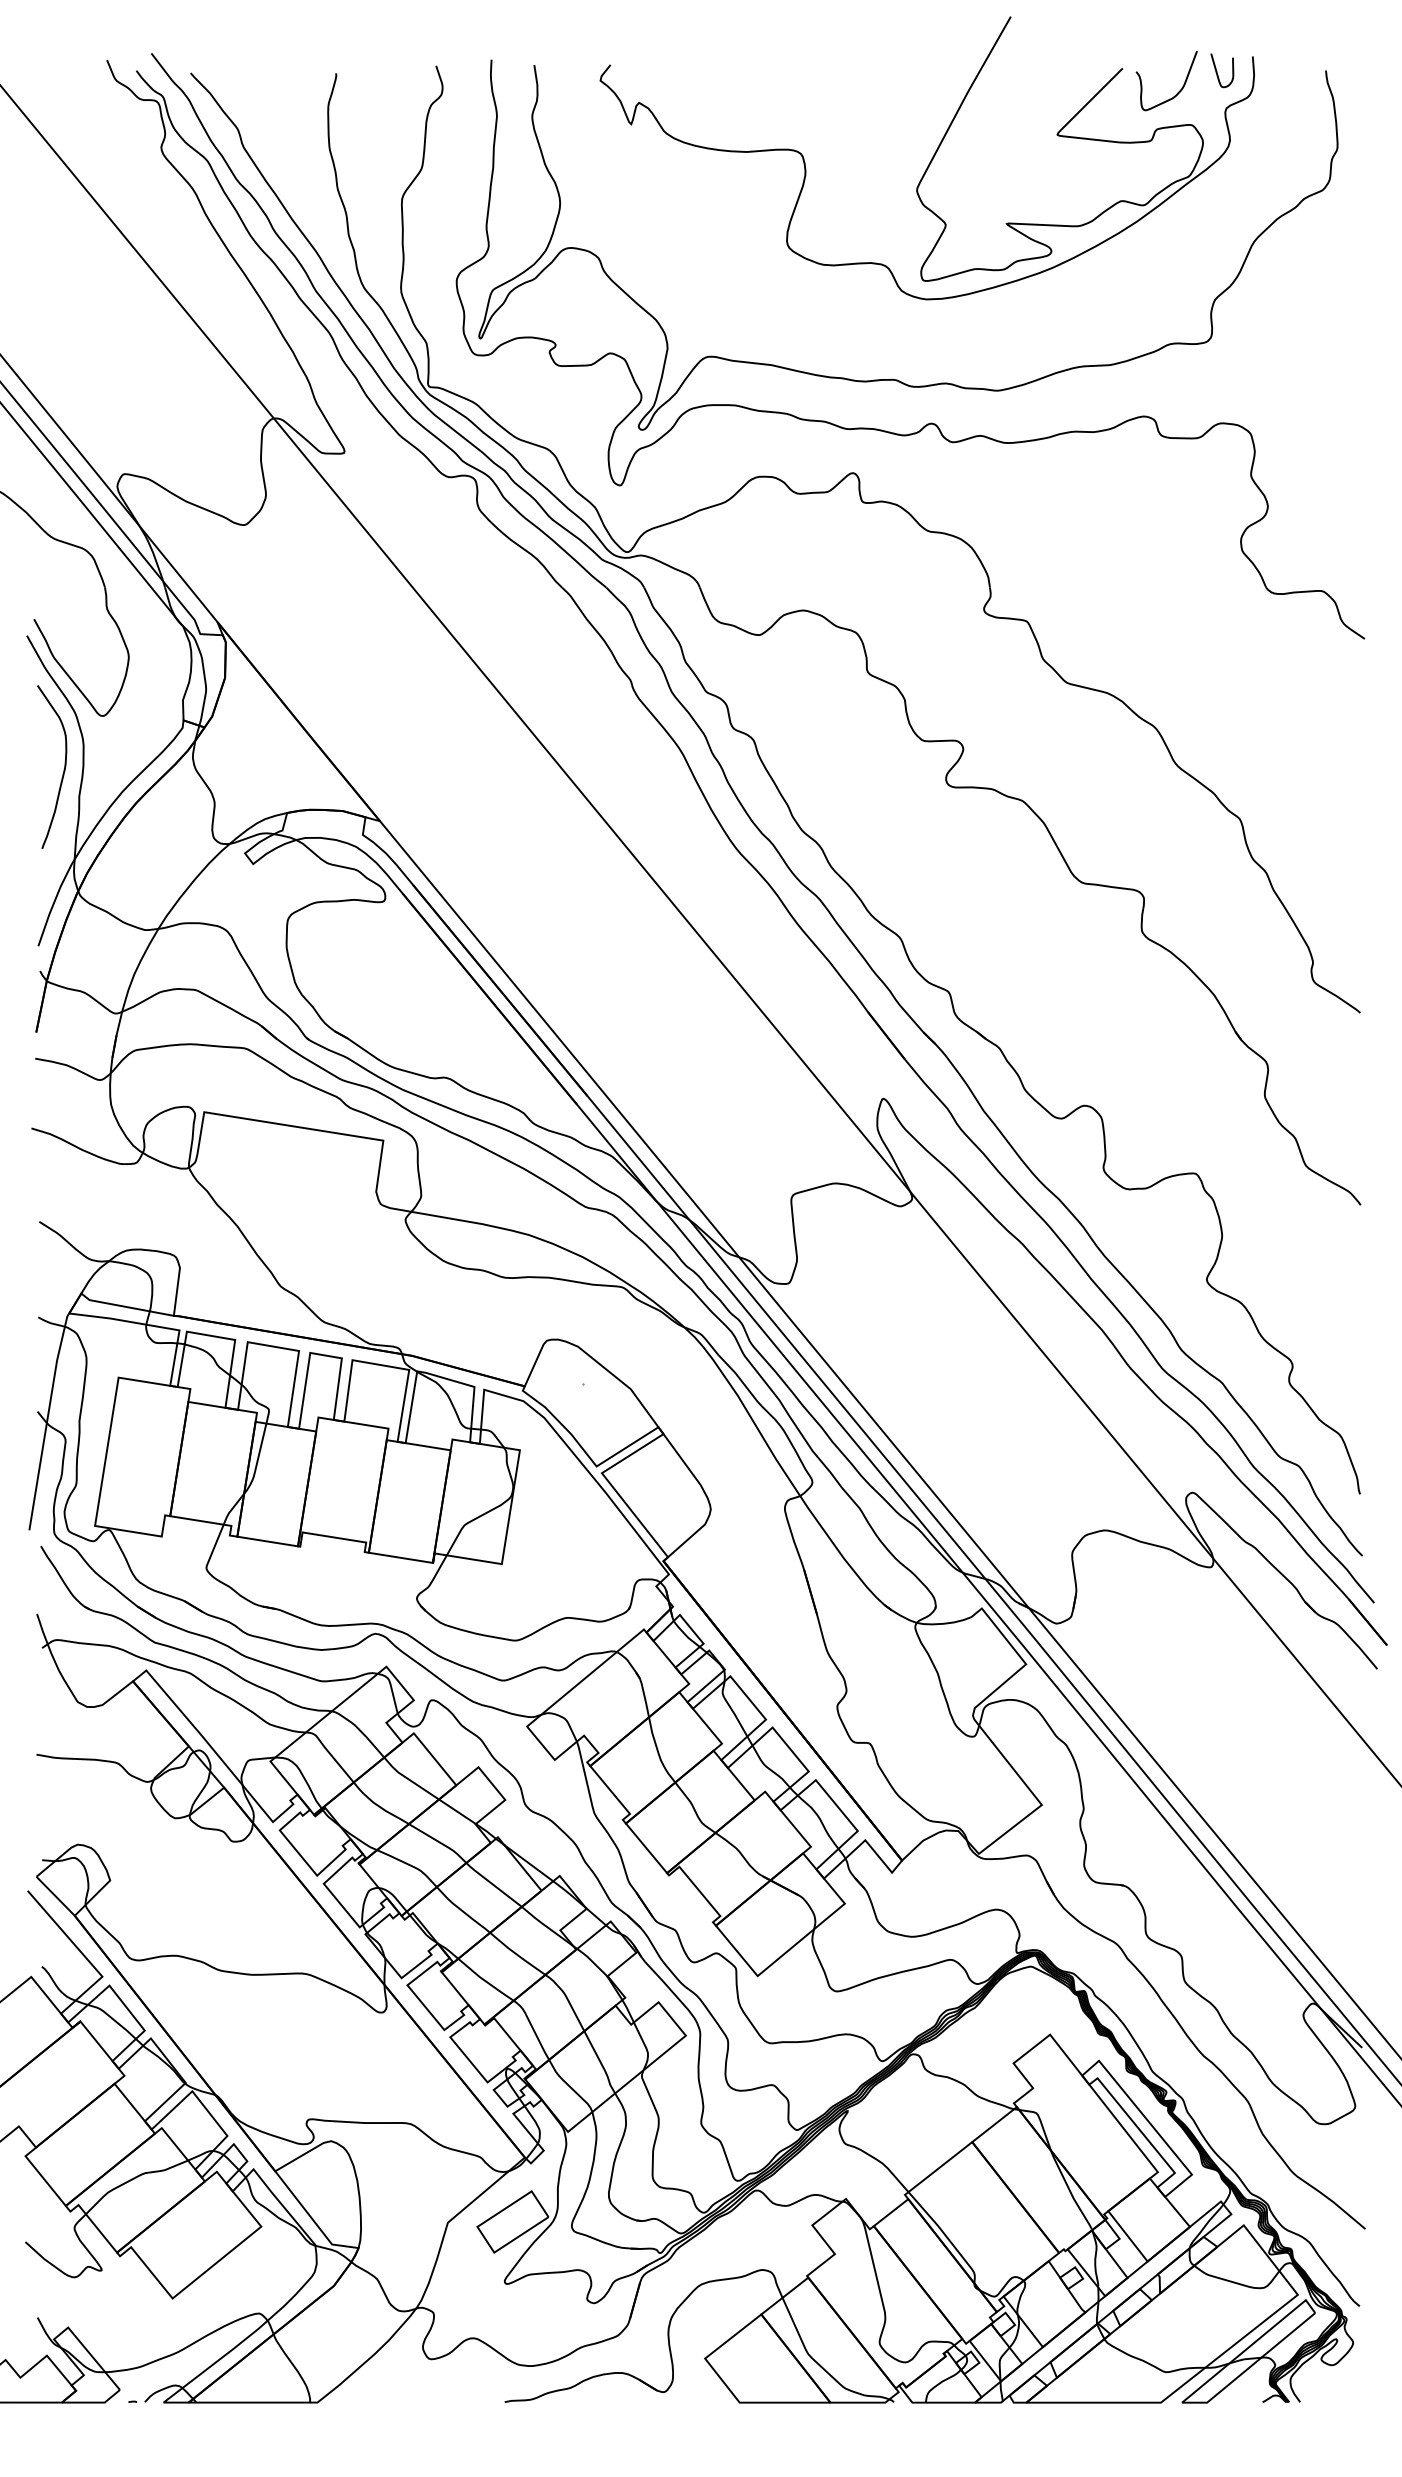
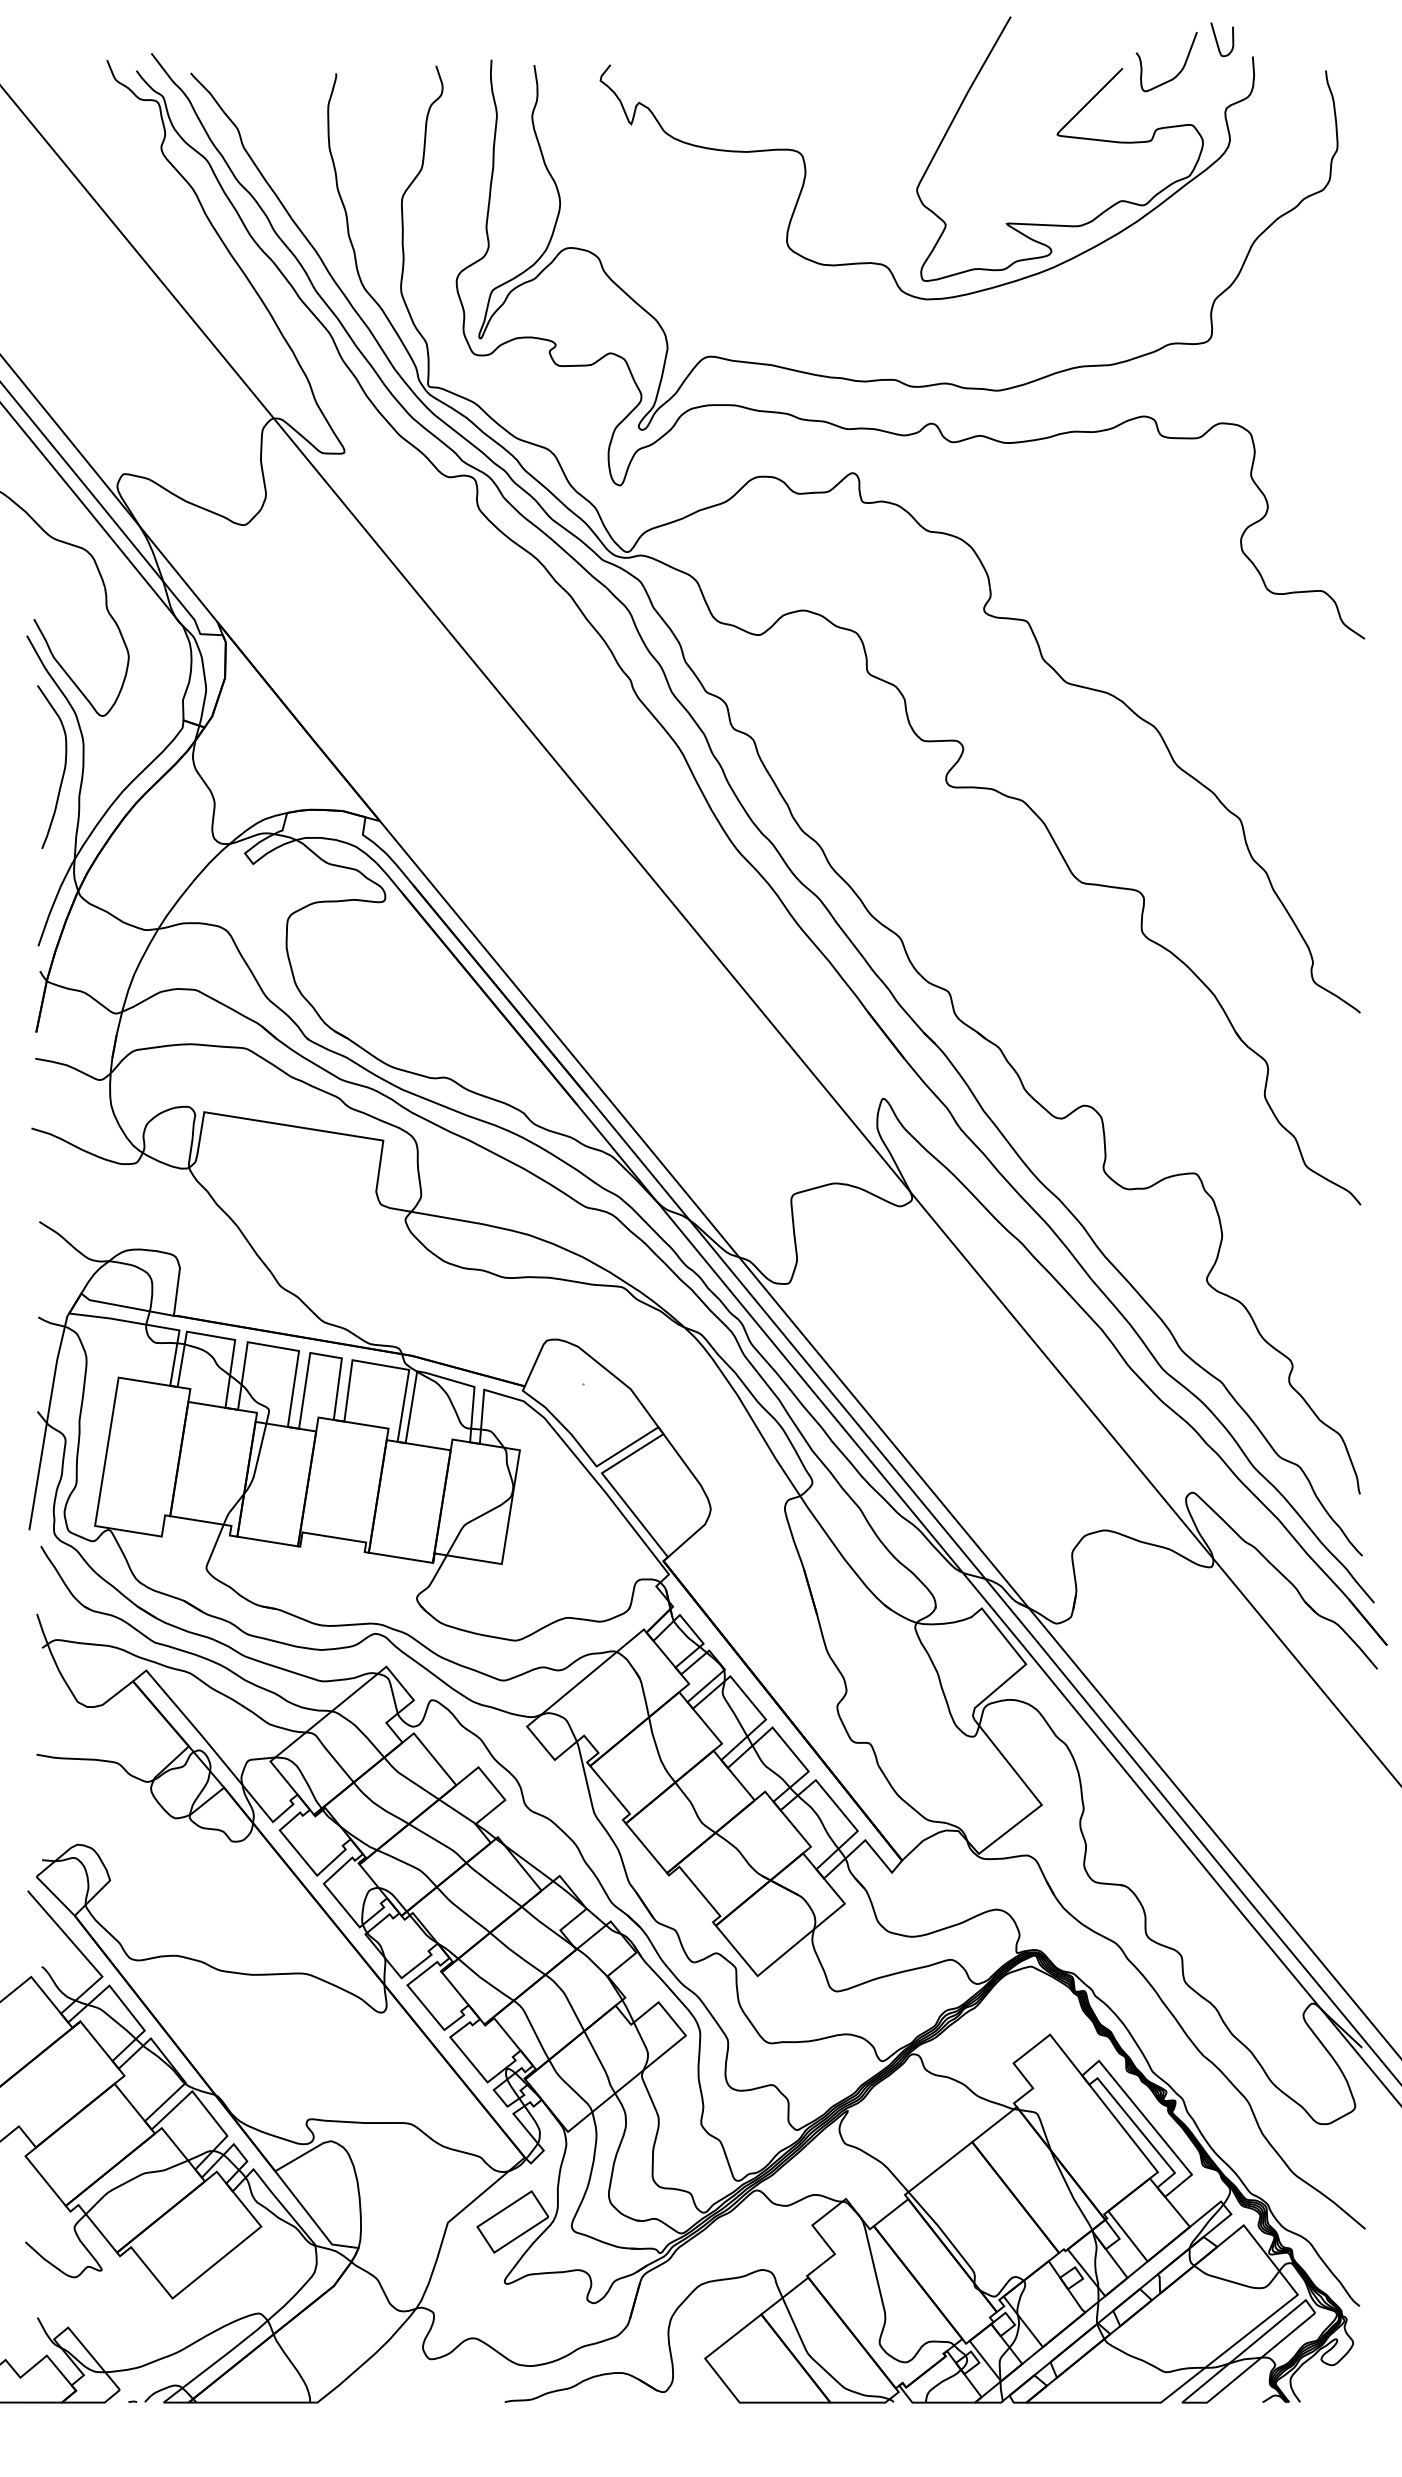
curve at (1217, 71) position: (1217, 71) -> (1217, 40)
curve at (1177, 92) position: (1177, 92) -> (1177, 73)
